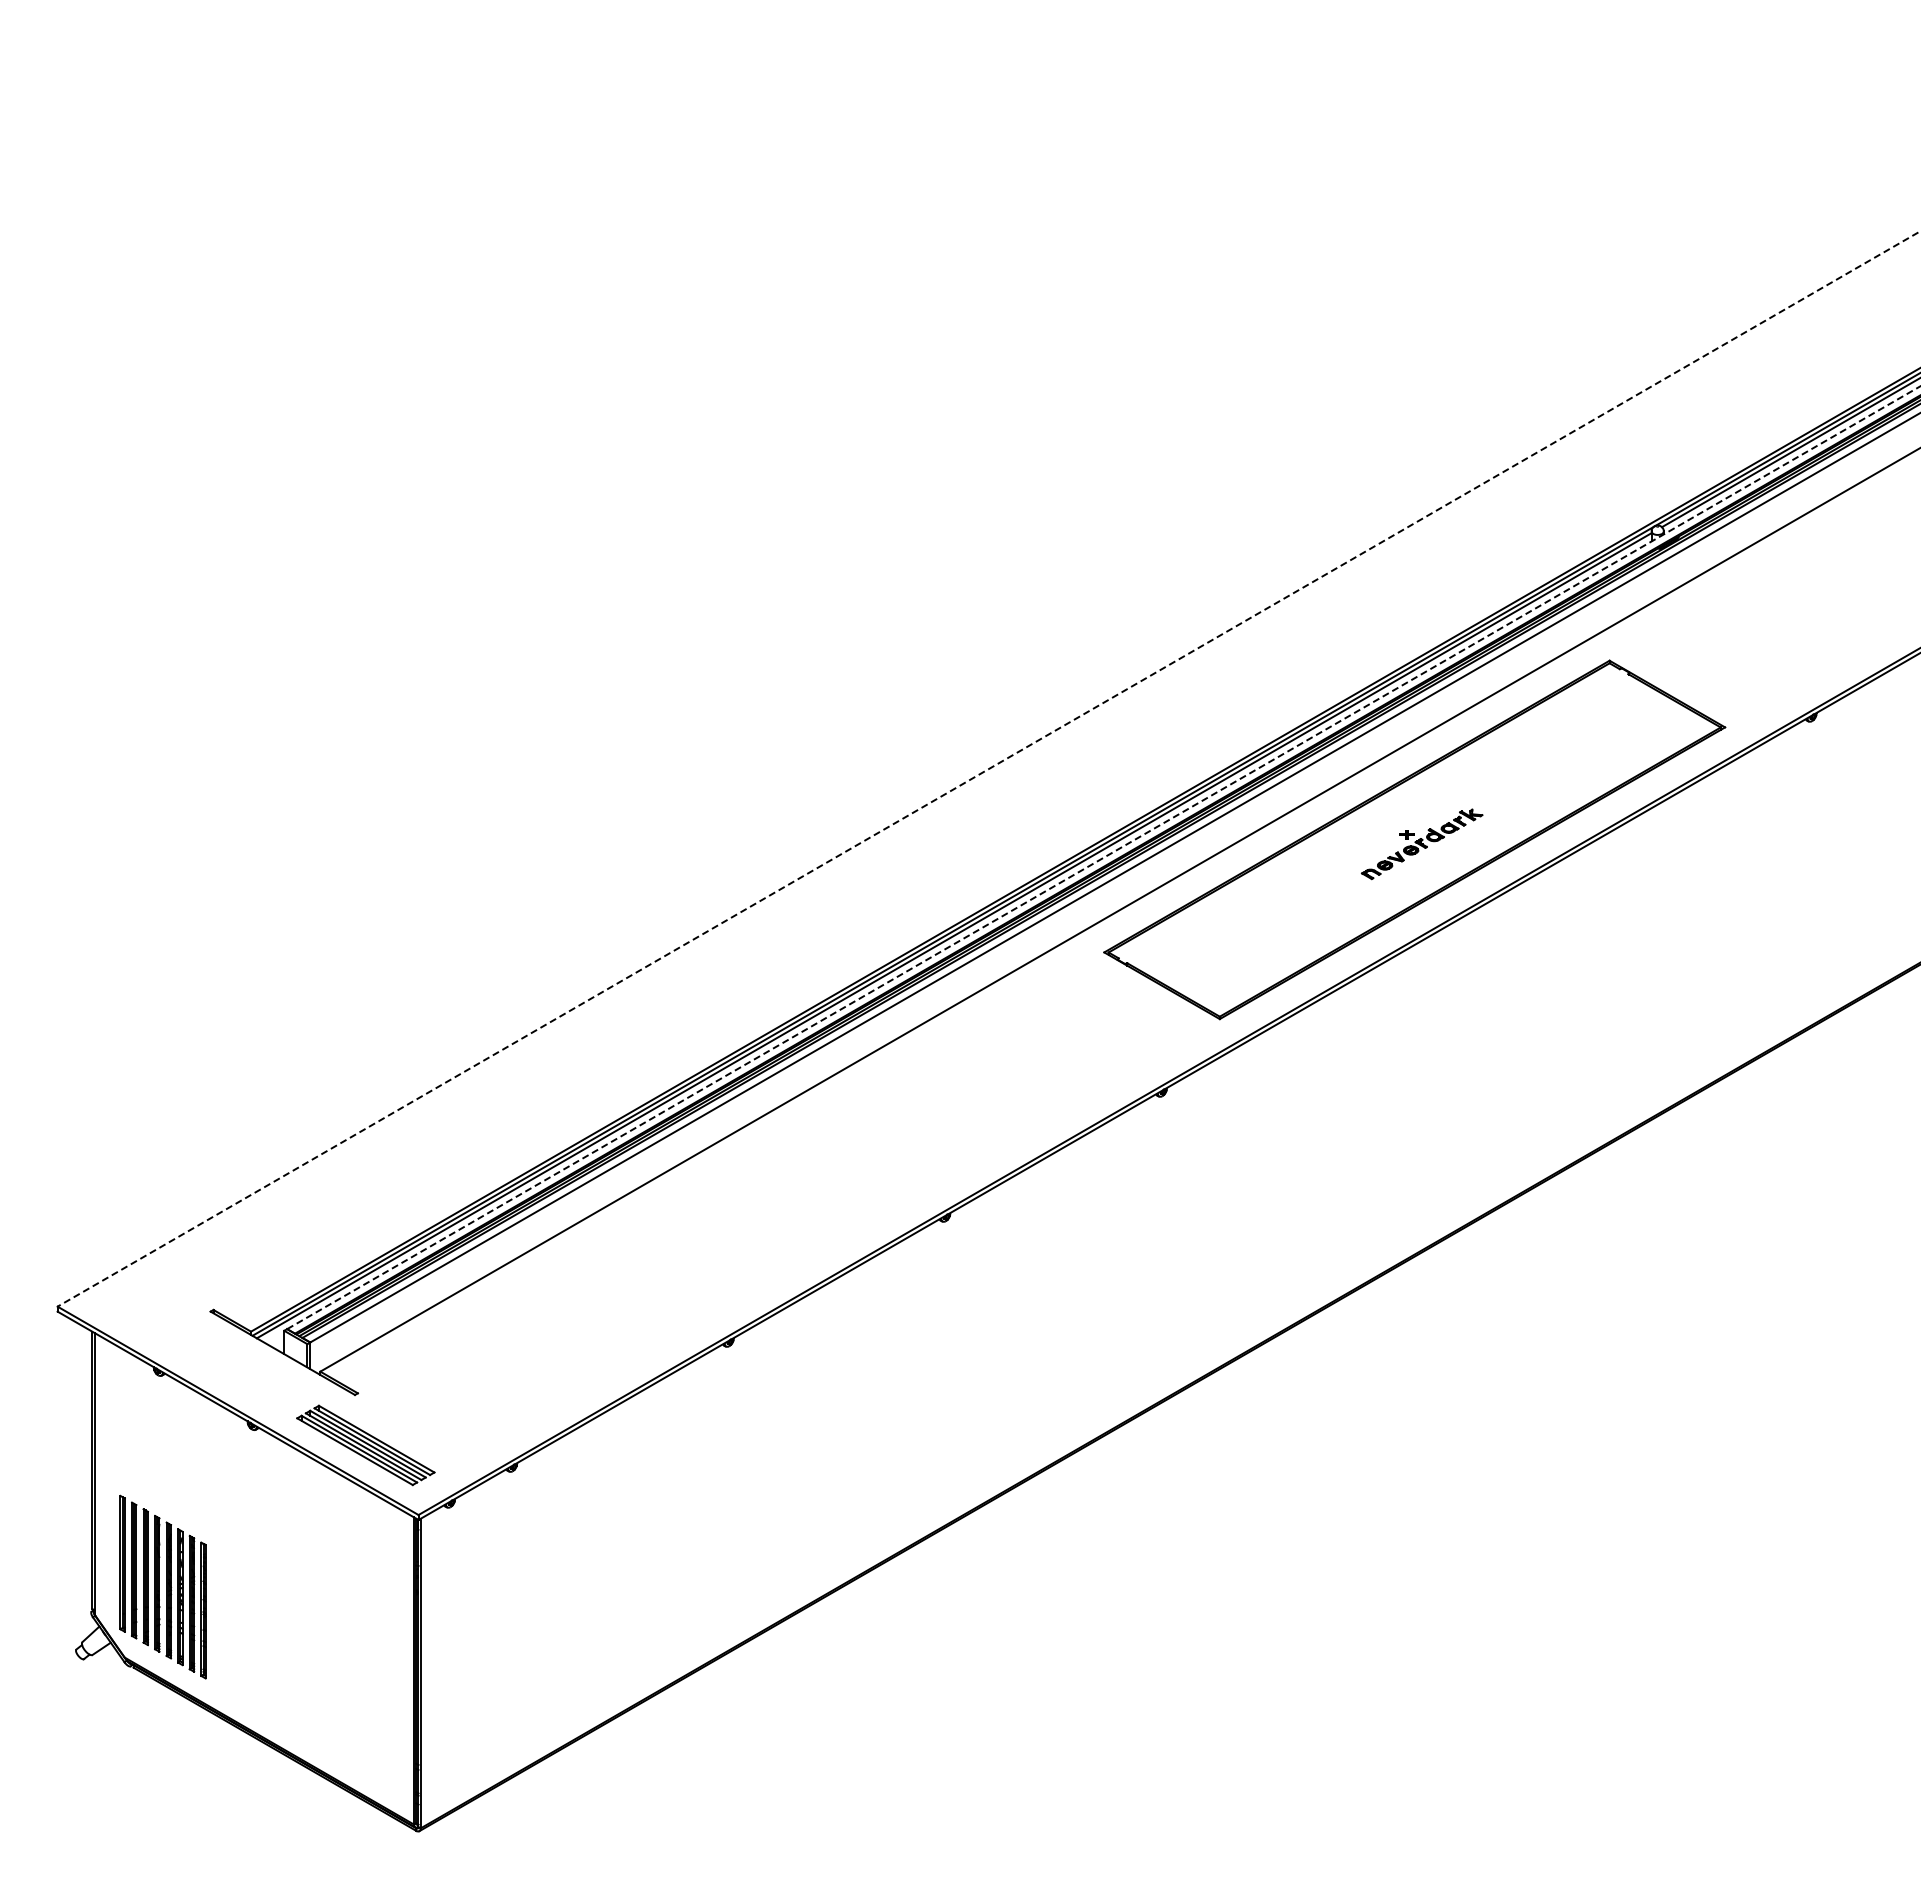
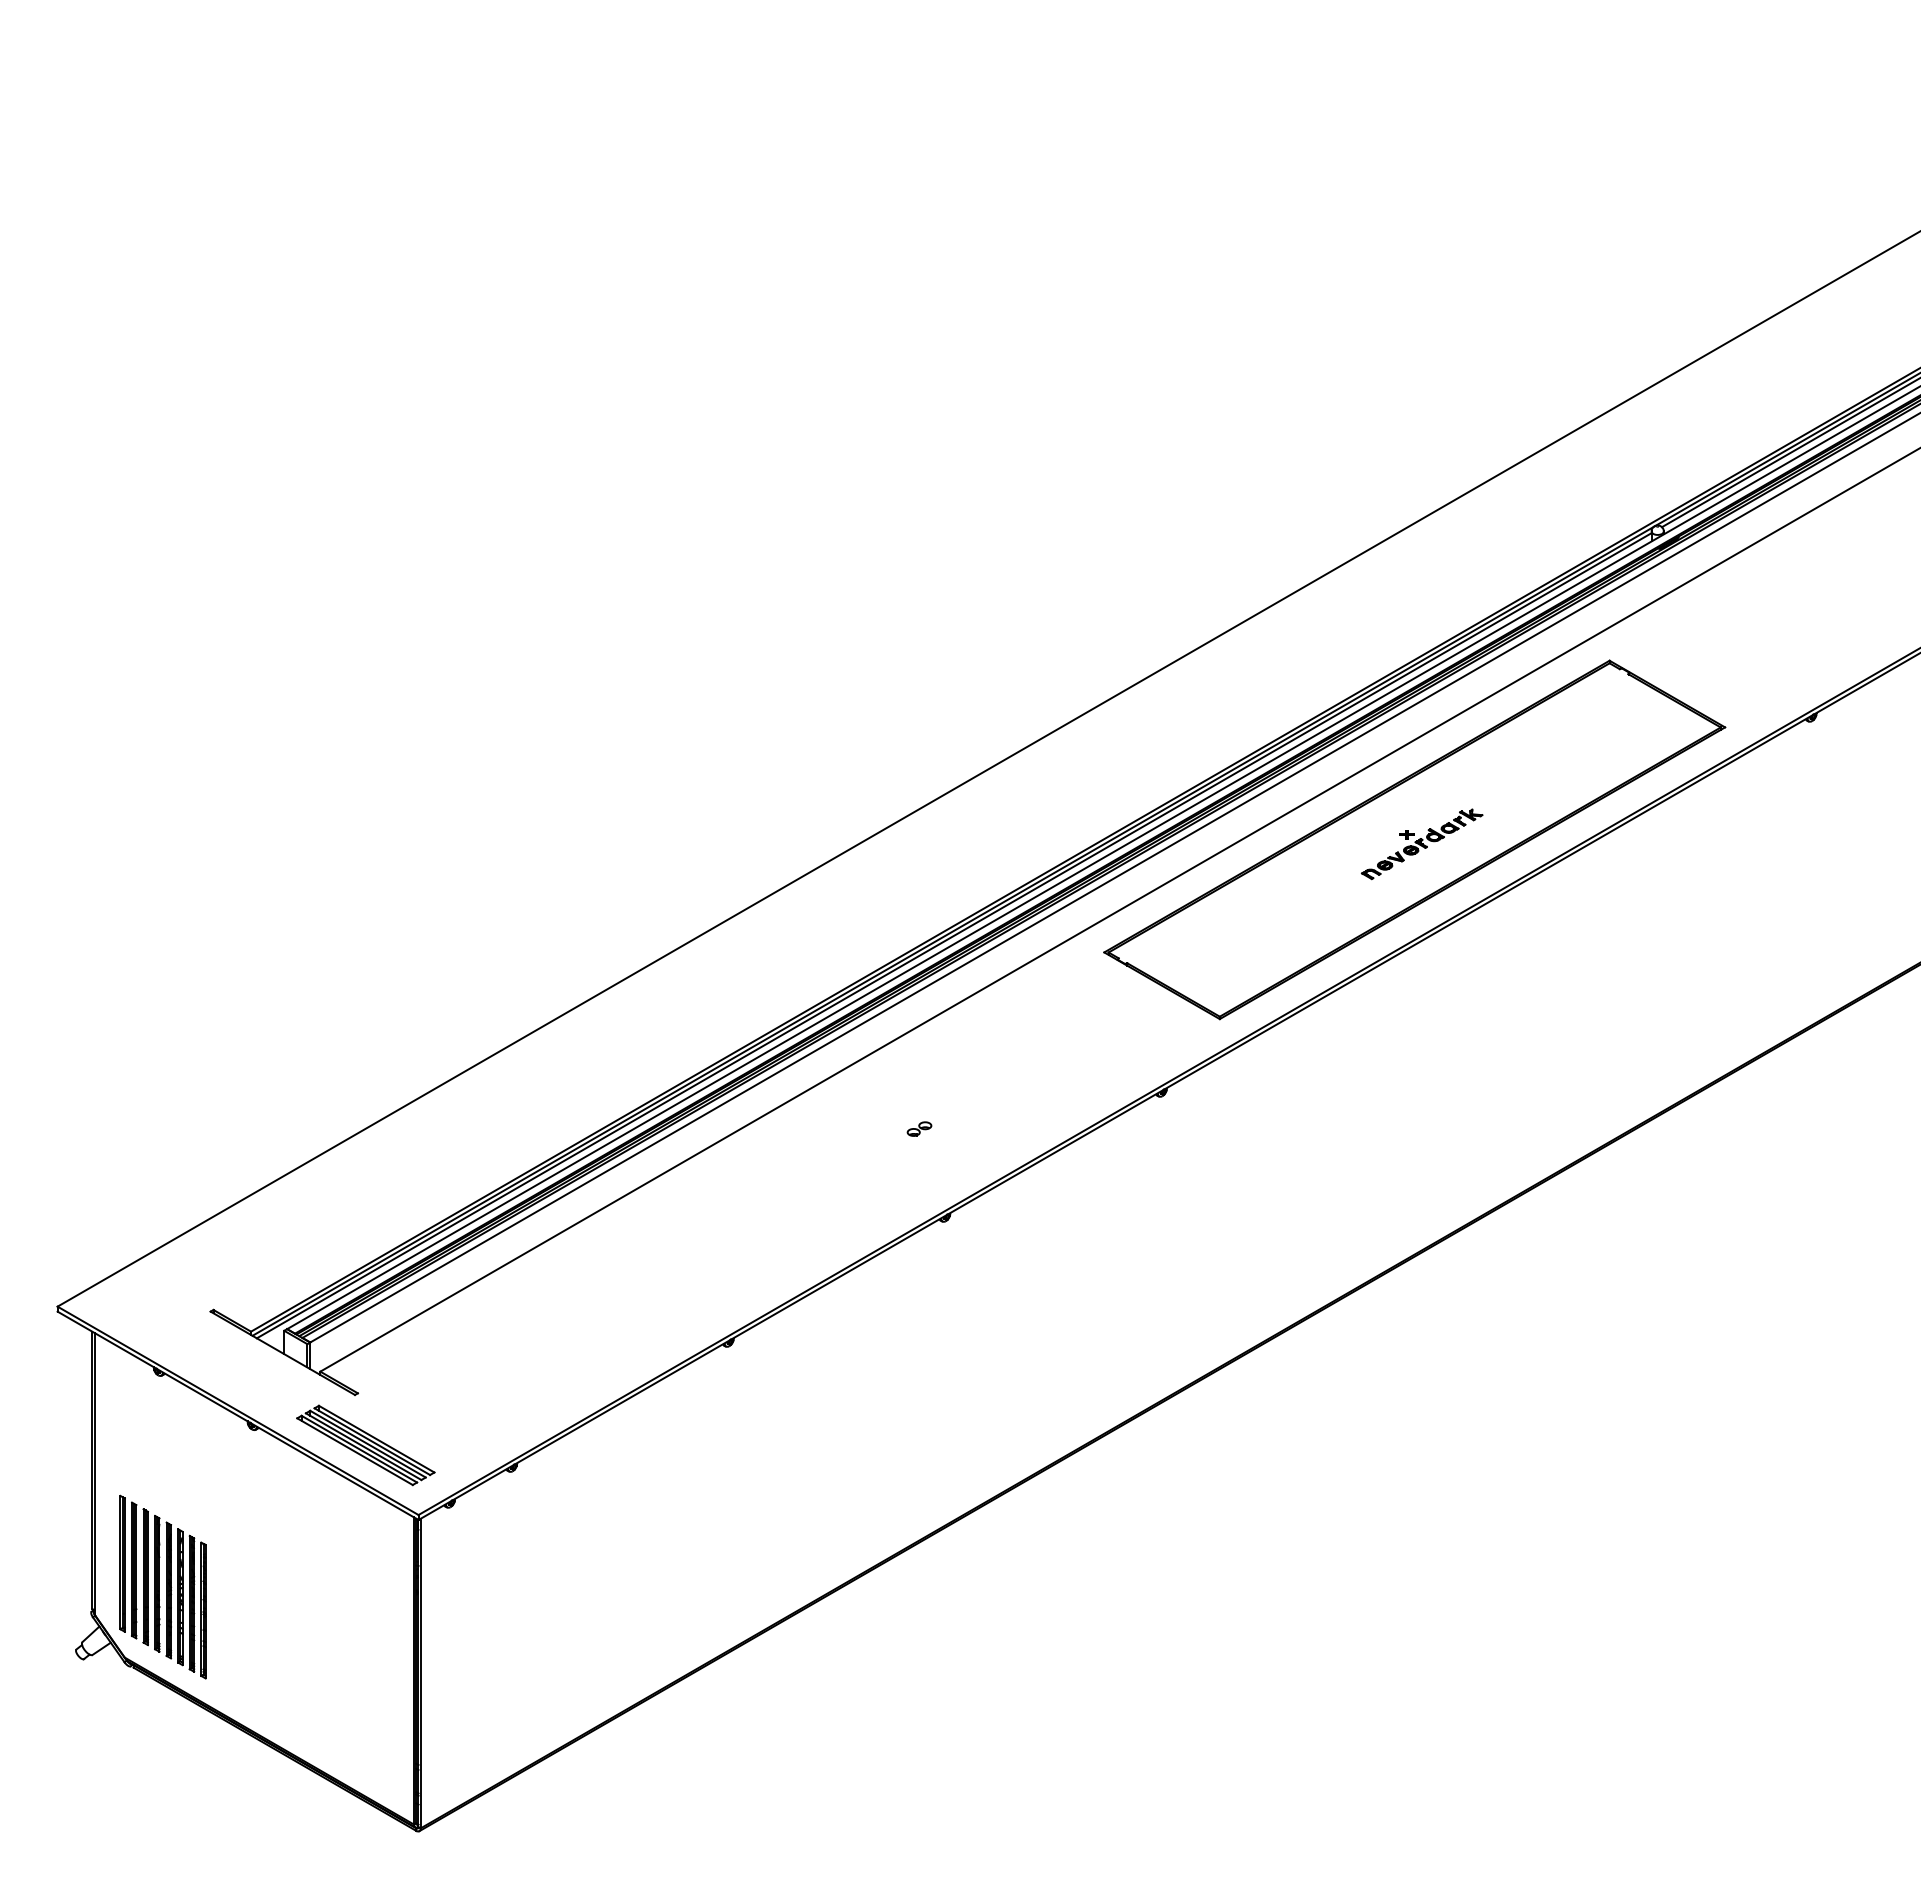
line at (988, 769): dashed -> solid
line at (1104, 857): dashed -> solid
part at (919, 1128): none -> present
